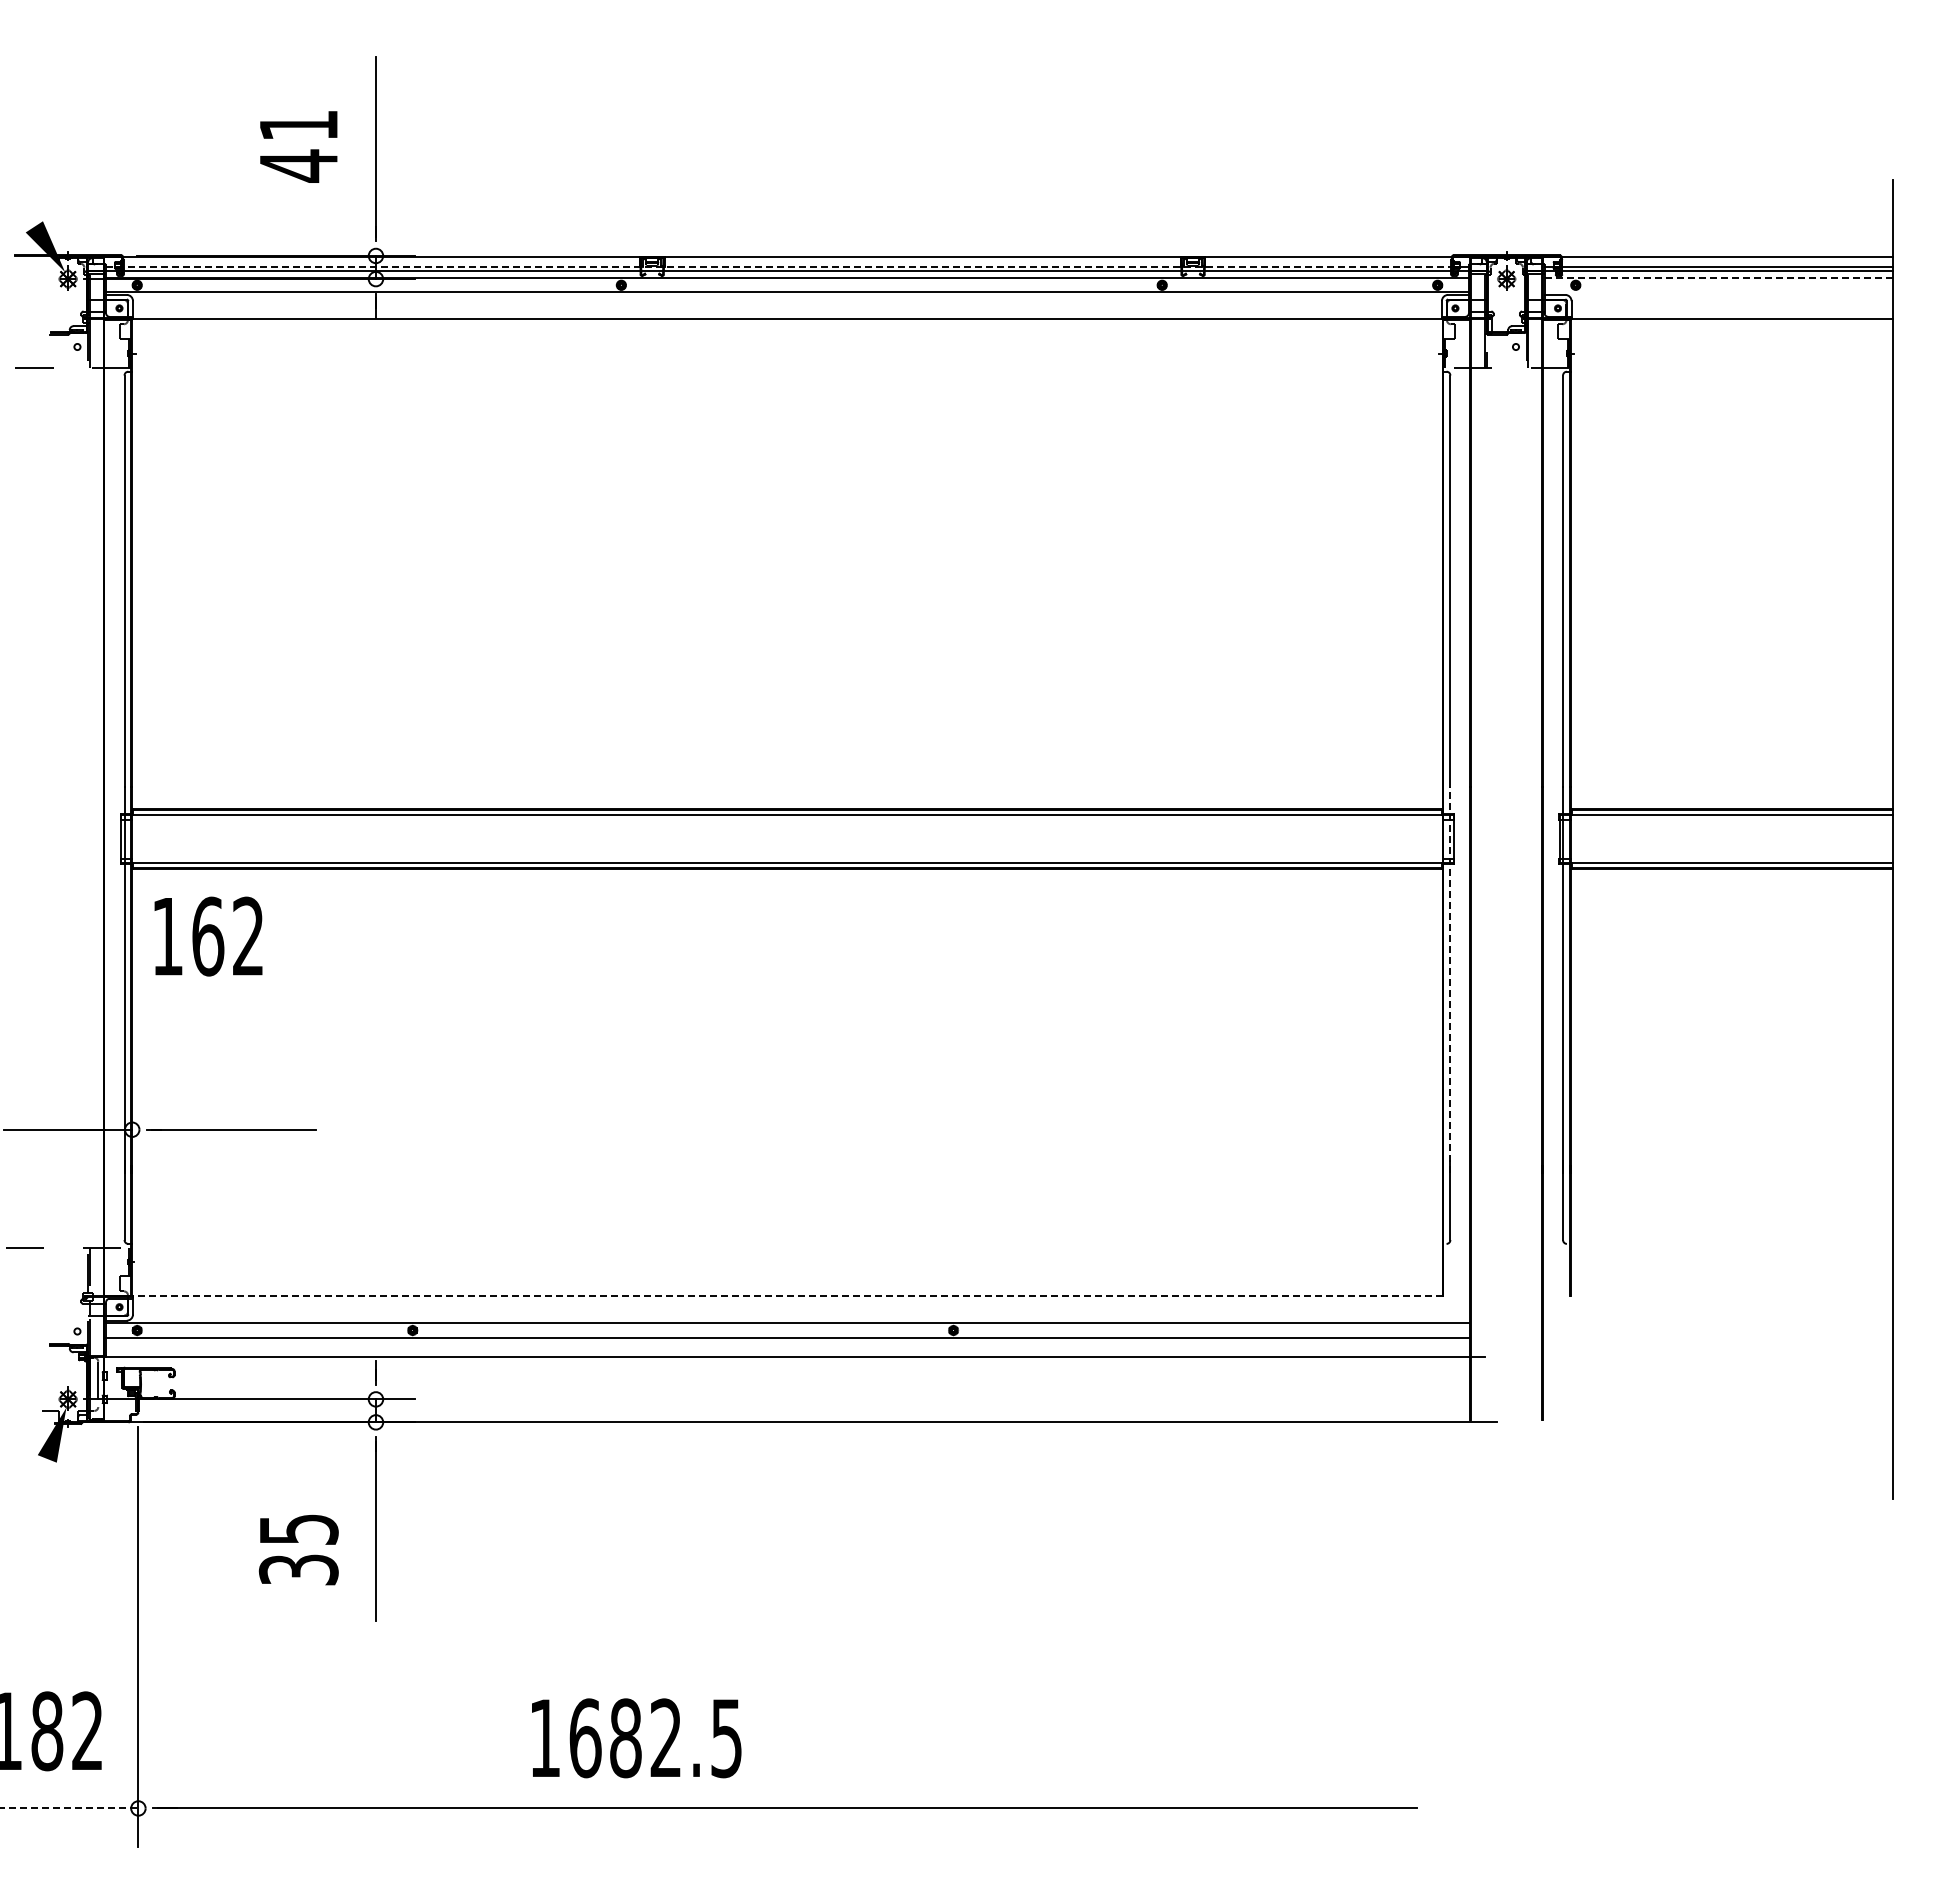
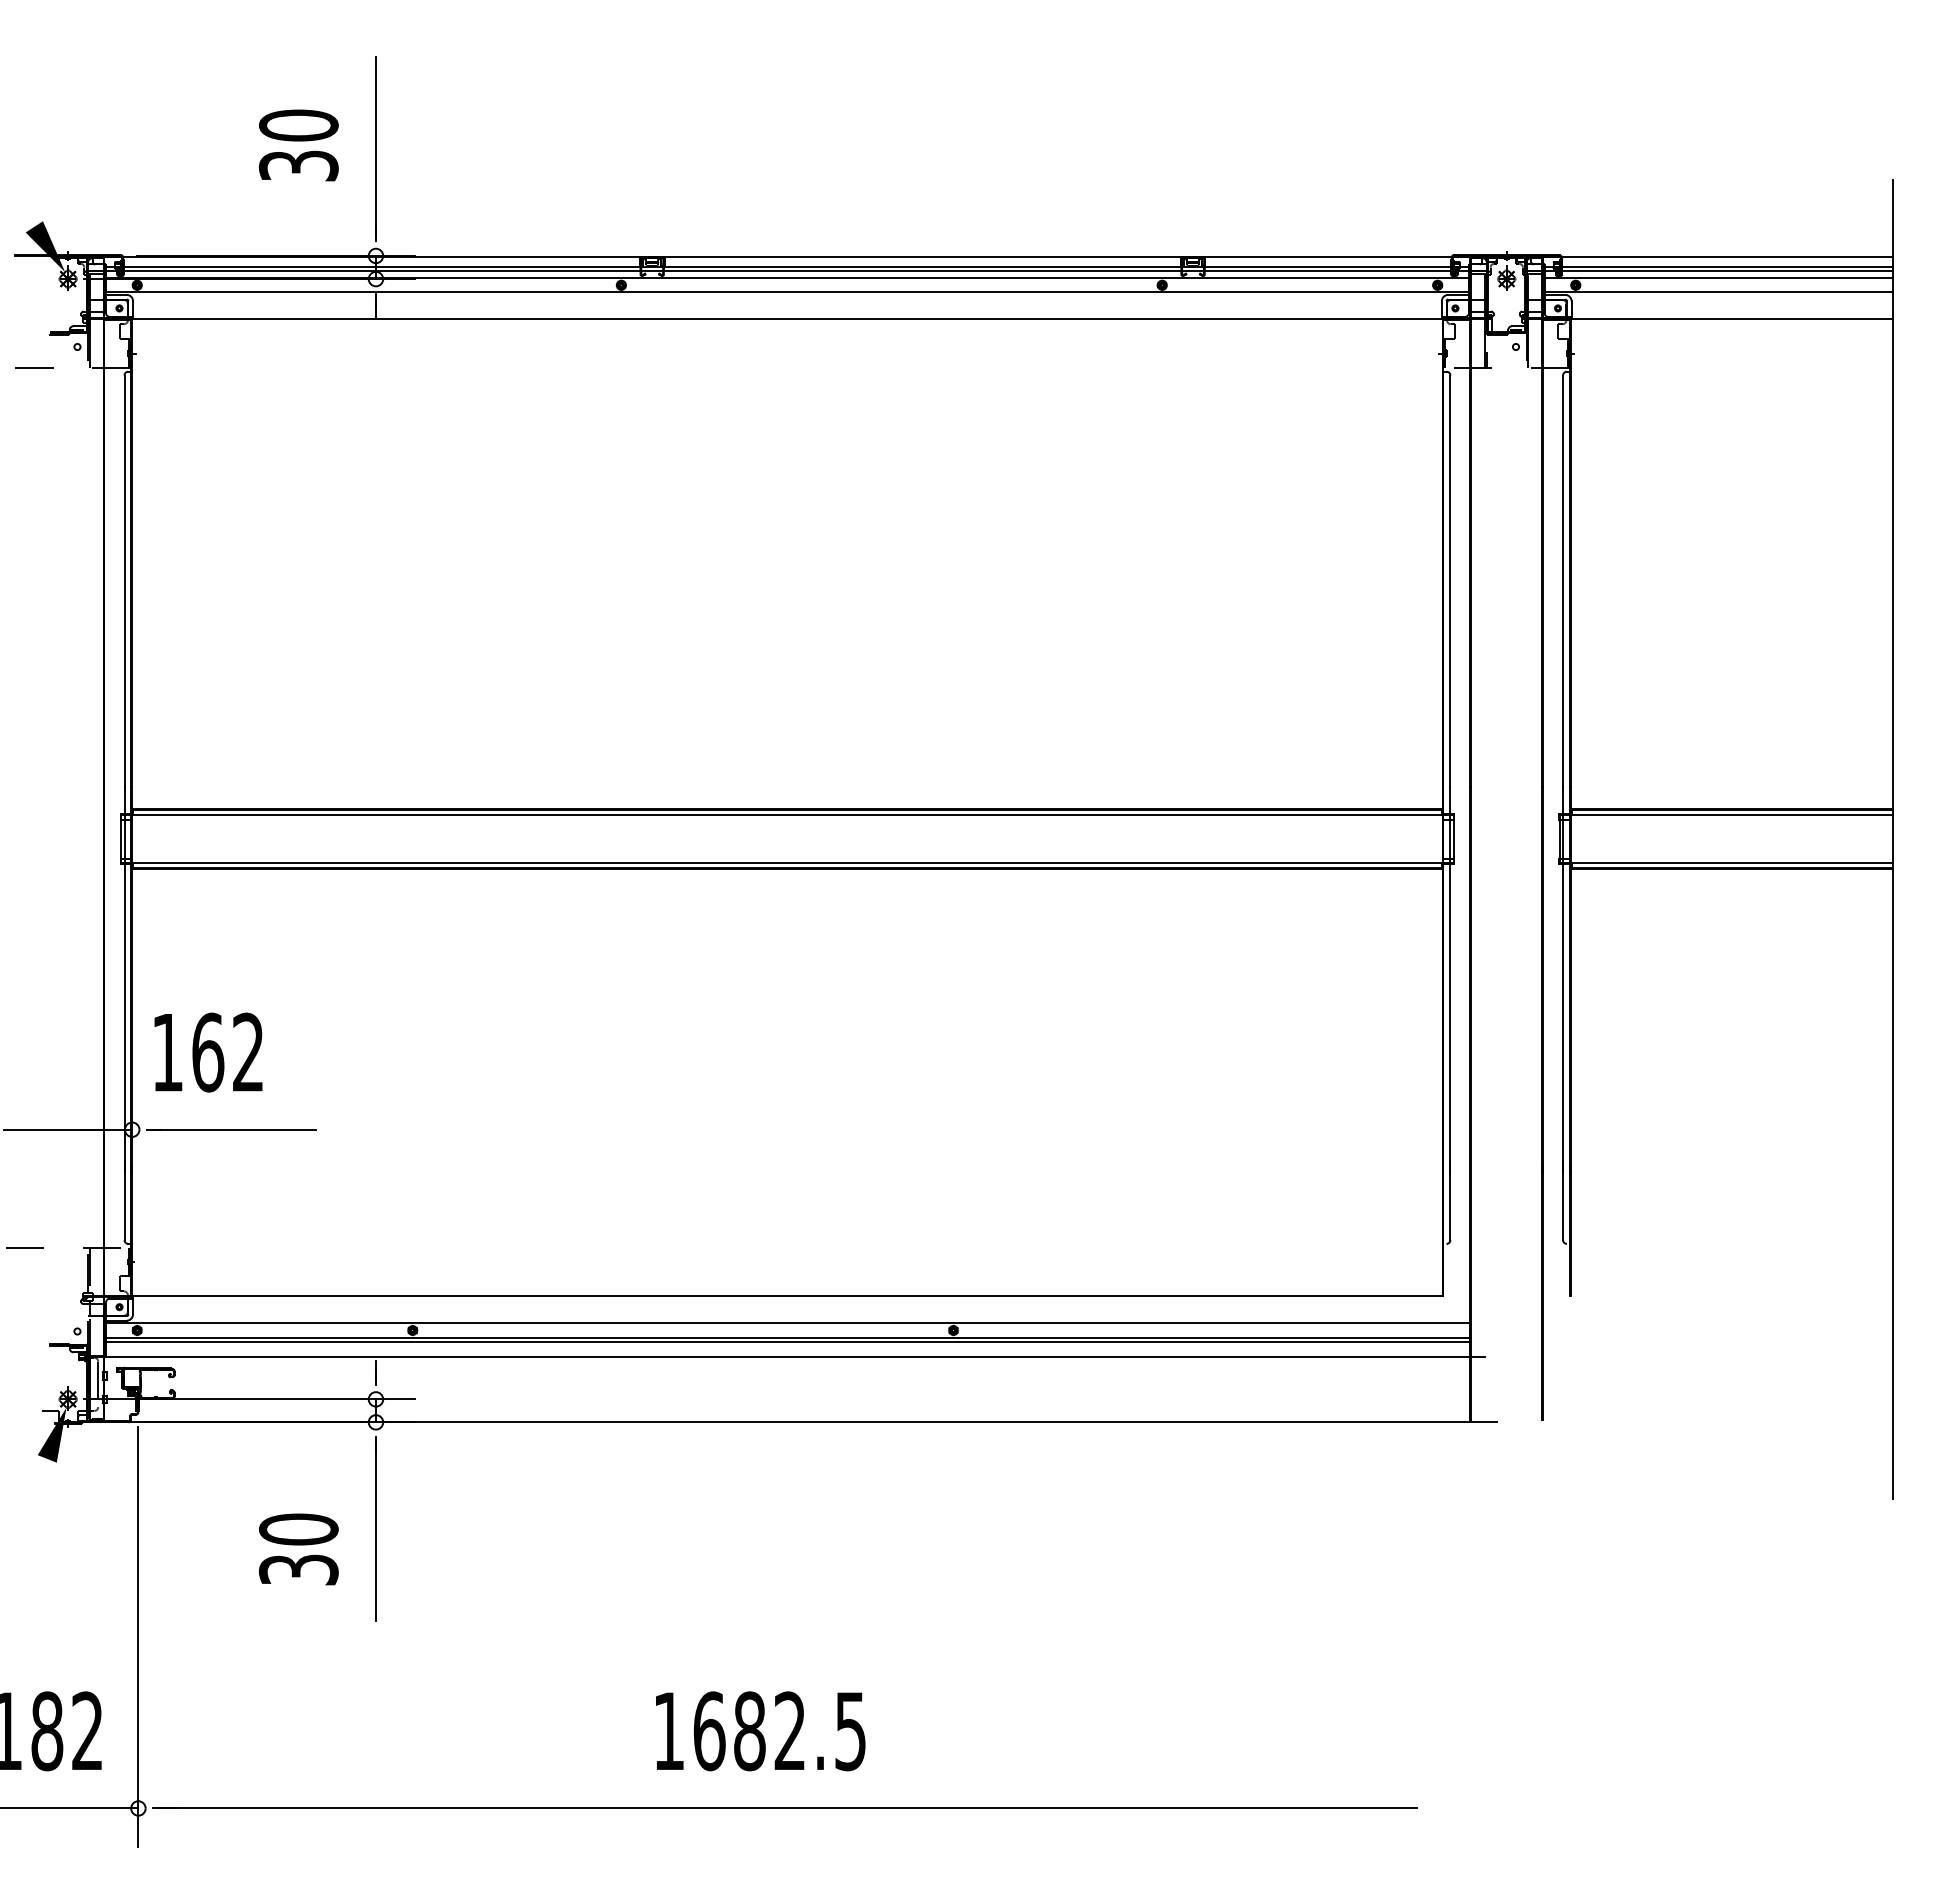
text at (298, 145): 41 -> 30
line at (778, 266): dashed -> solid
line at (1718, 277): dashed -> solid
line at (1718, 292): none -> present
text at (208, 936) position: (208, 936) -> (208, 1052)
line at (1450, 979): dashed -> solid
line at (786, 1296): dashed -> solid
line at (787, 1341): none -> present
text at (298, 1529): 35 -> 30
text at (636, 1738) position: (636, 1738) -> (760, 1731)
line at (69, 1808): dashed -> solid
